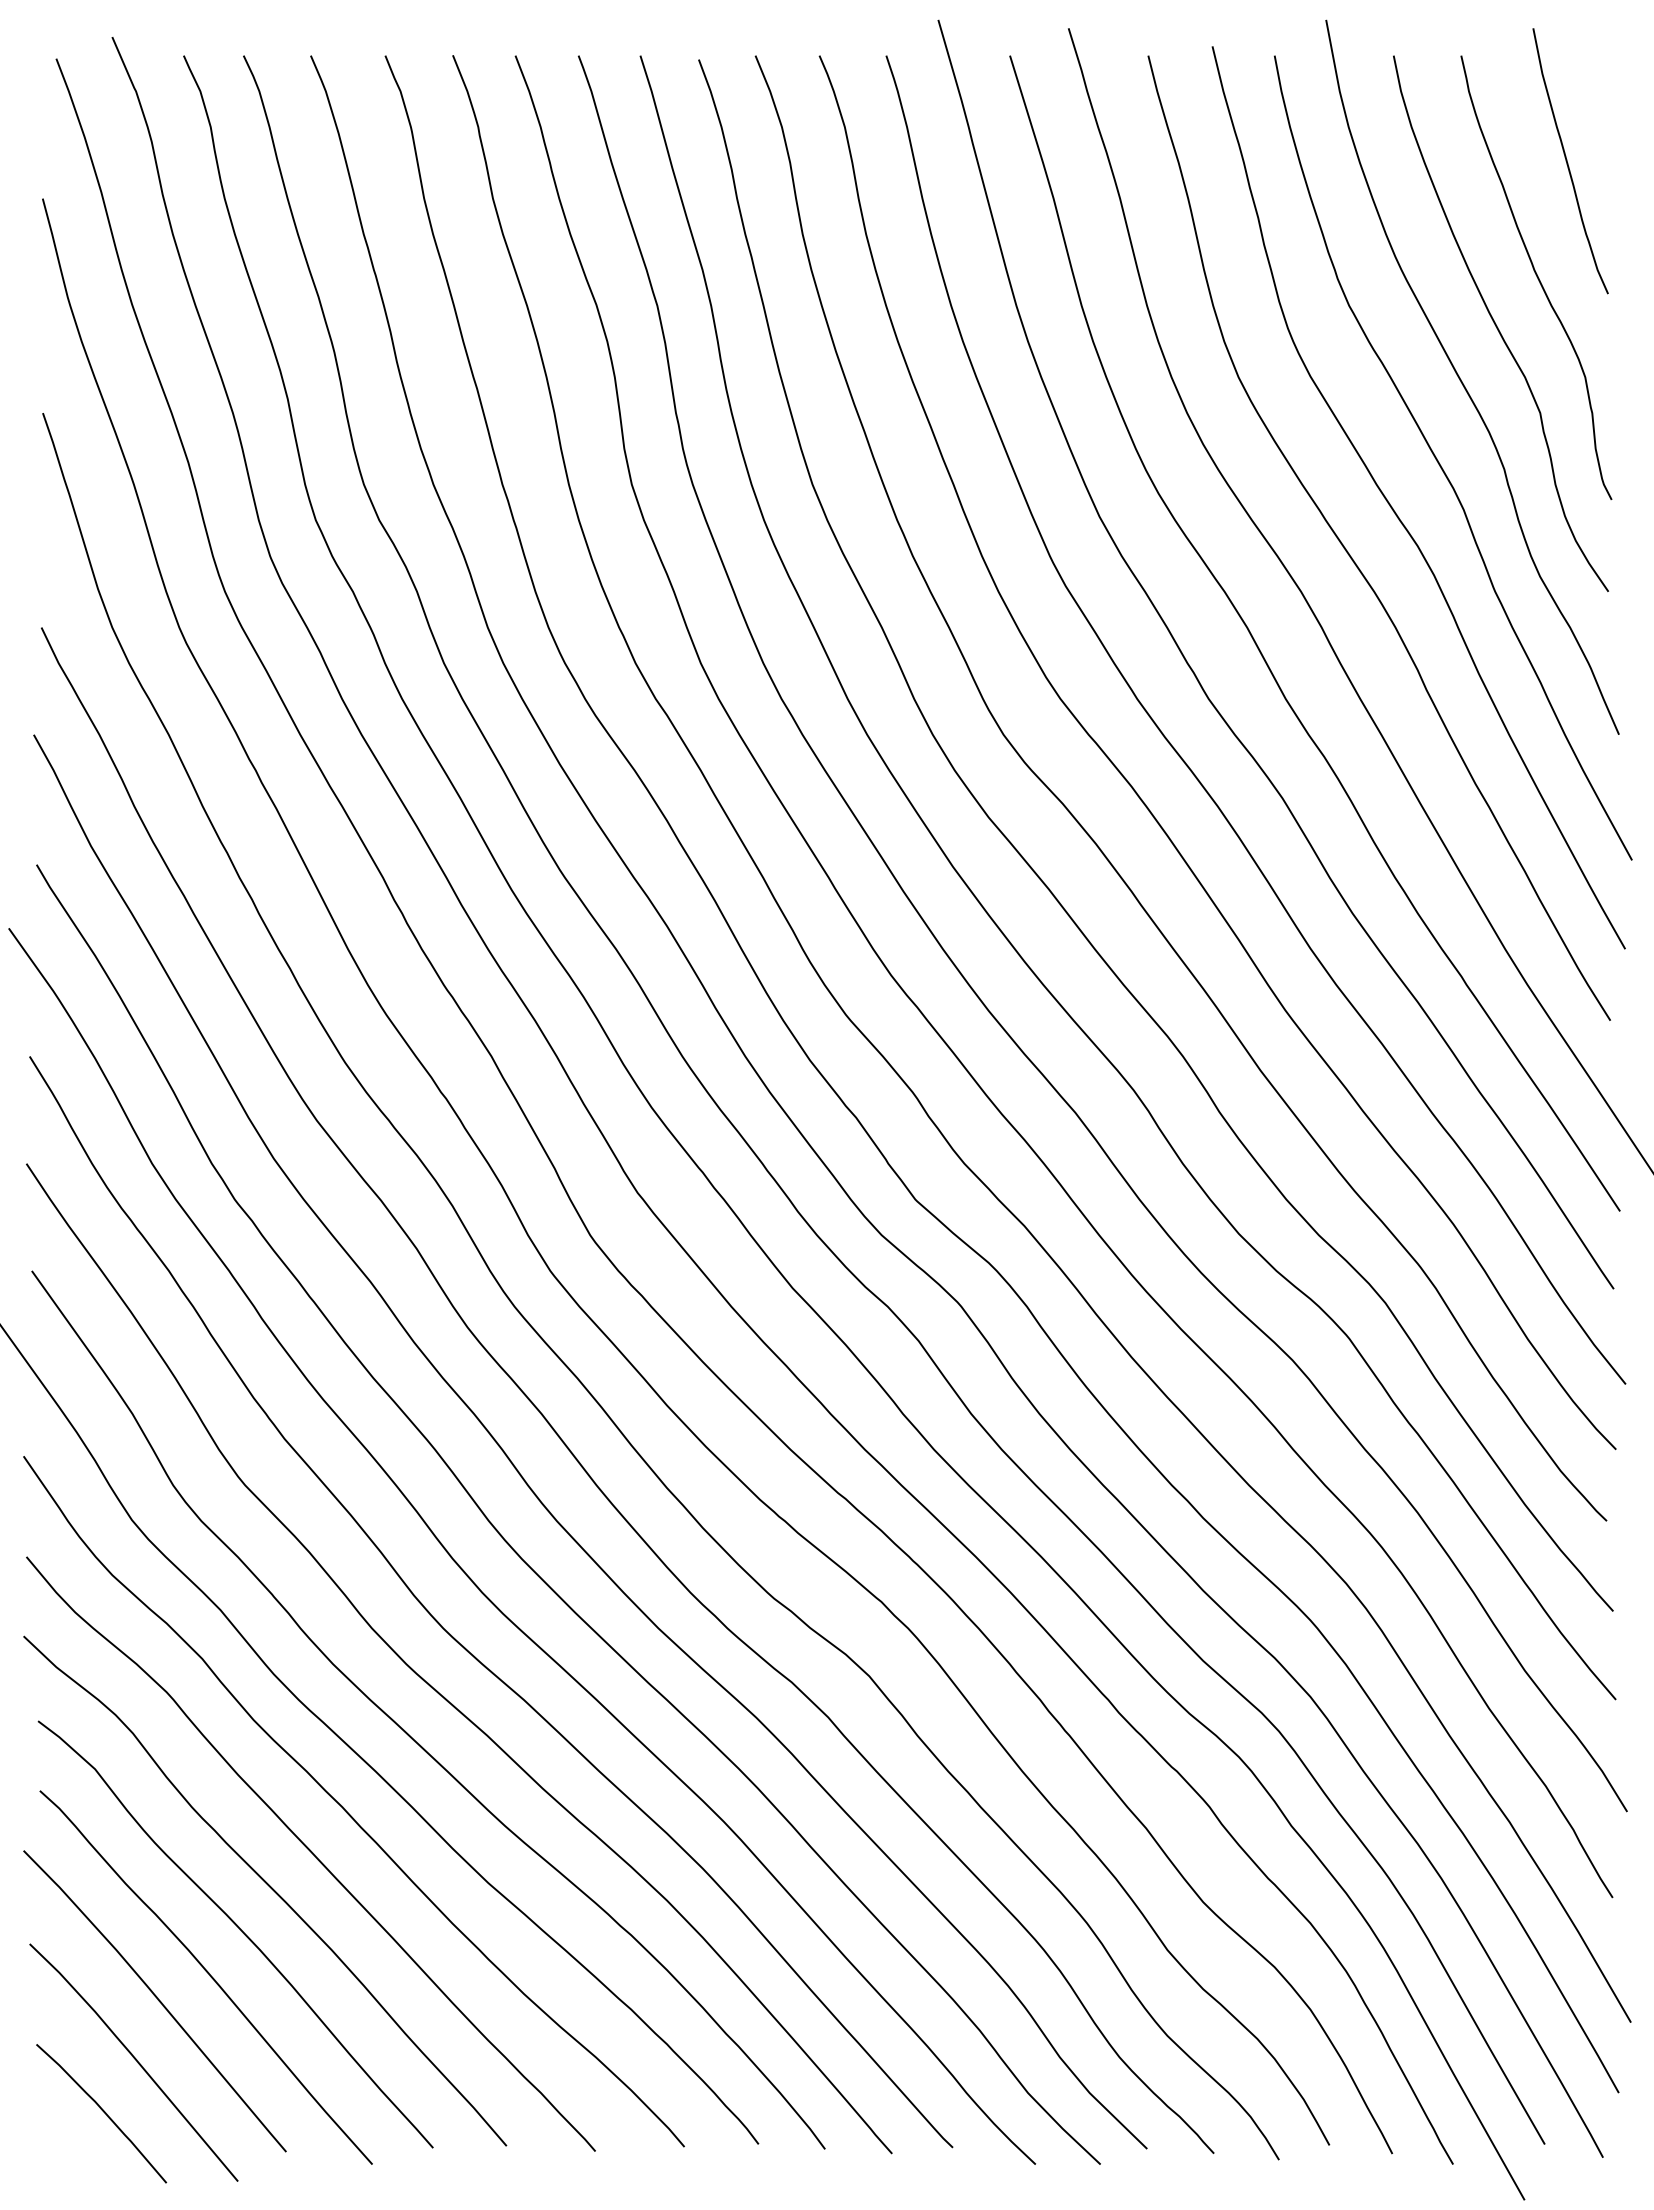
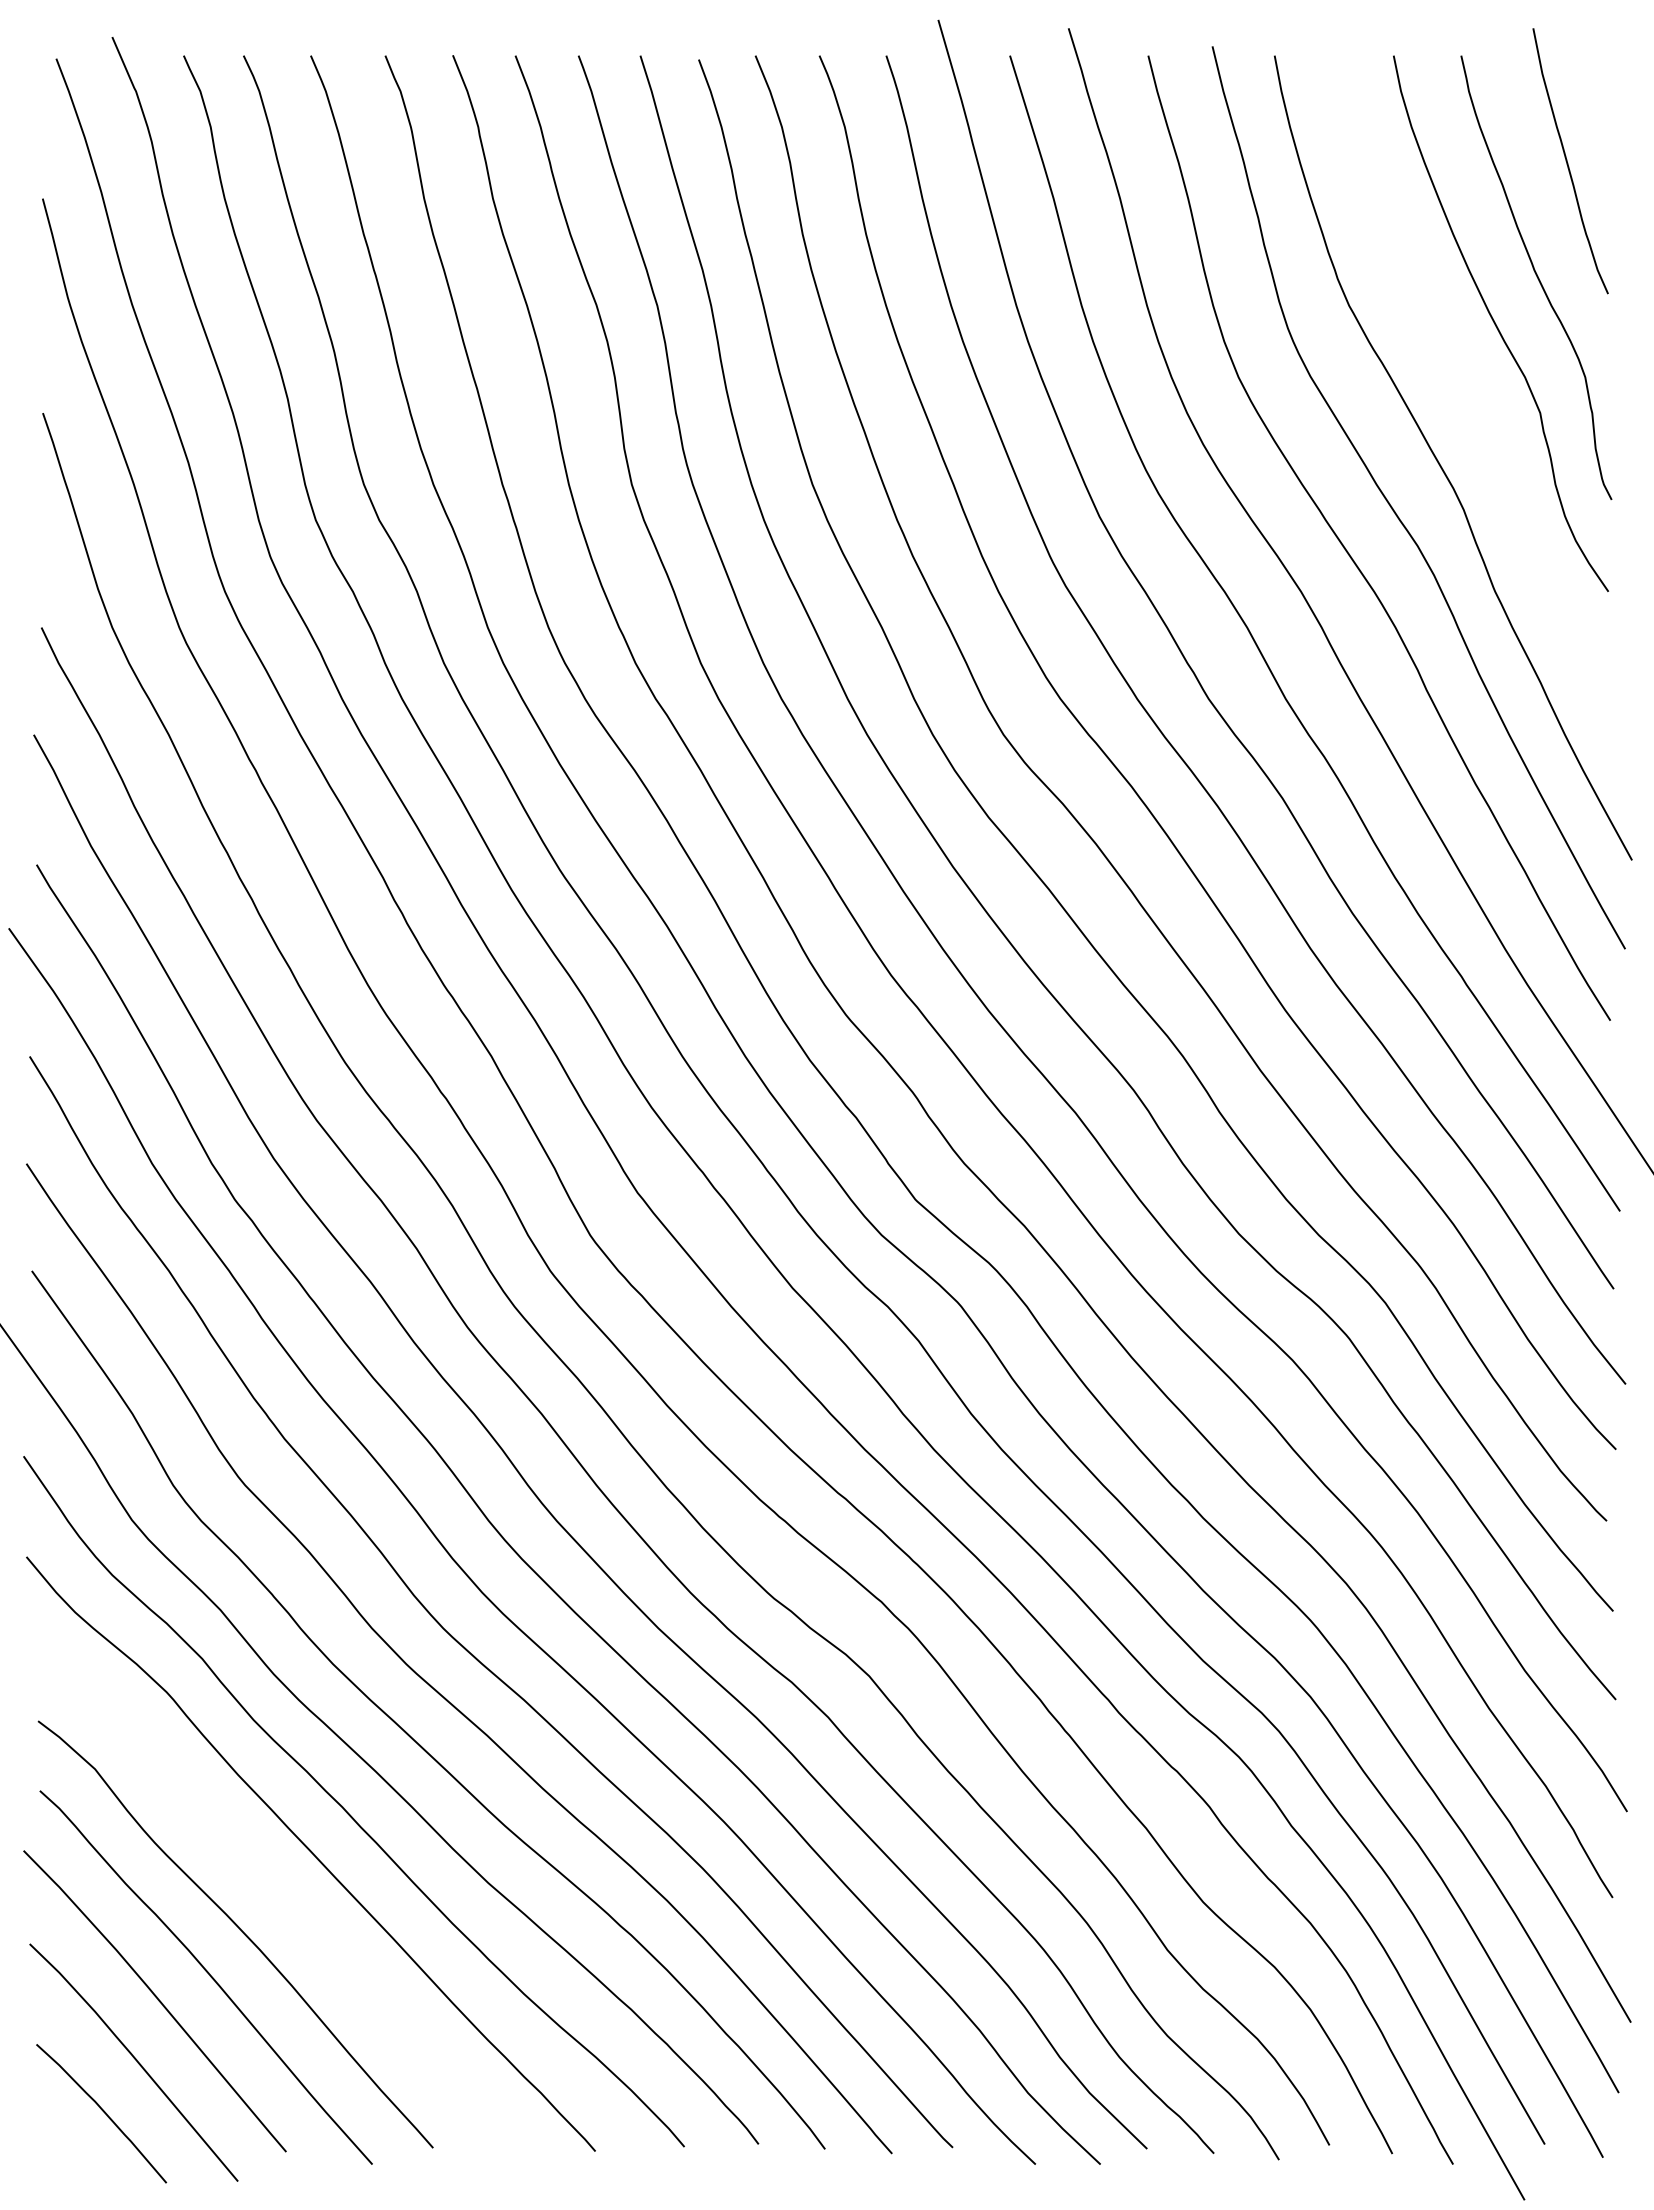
curve at (1462, 381): present -> none
curve at (268, 1886): present -> none
